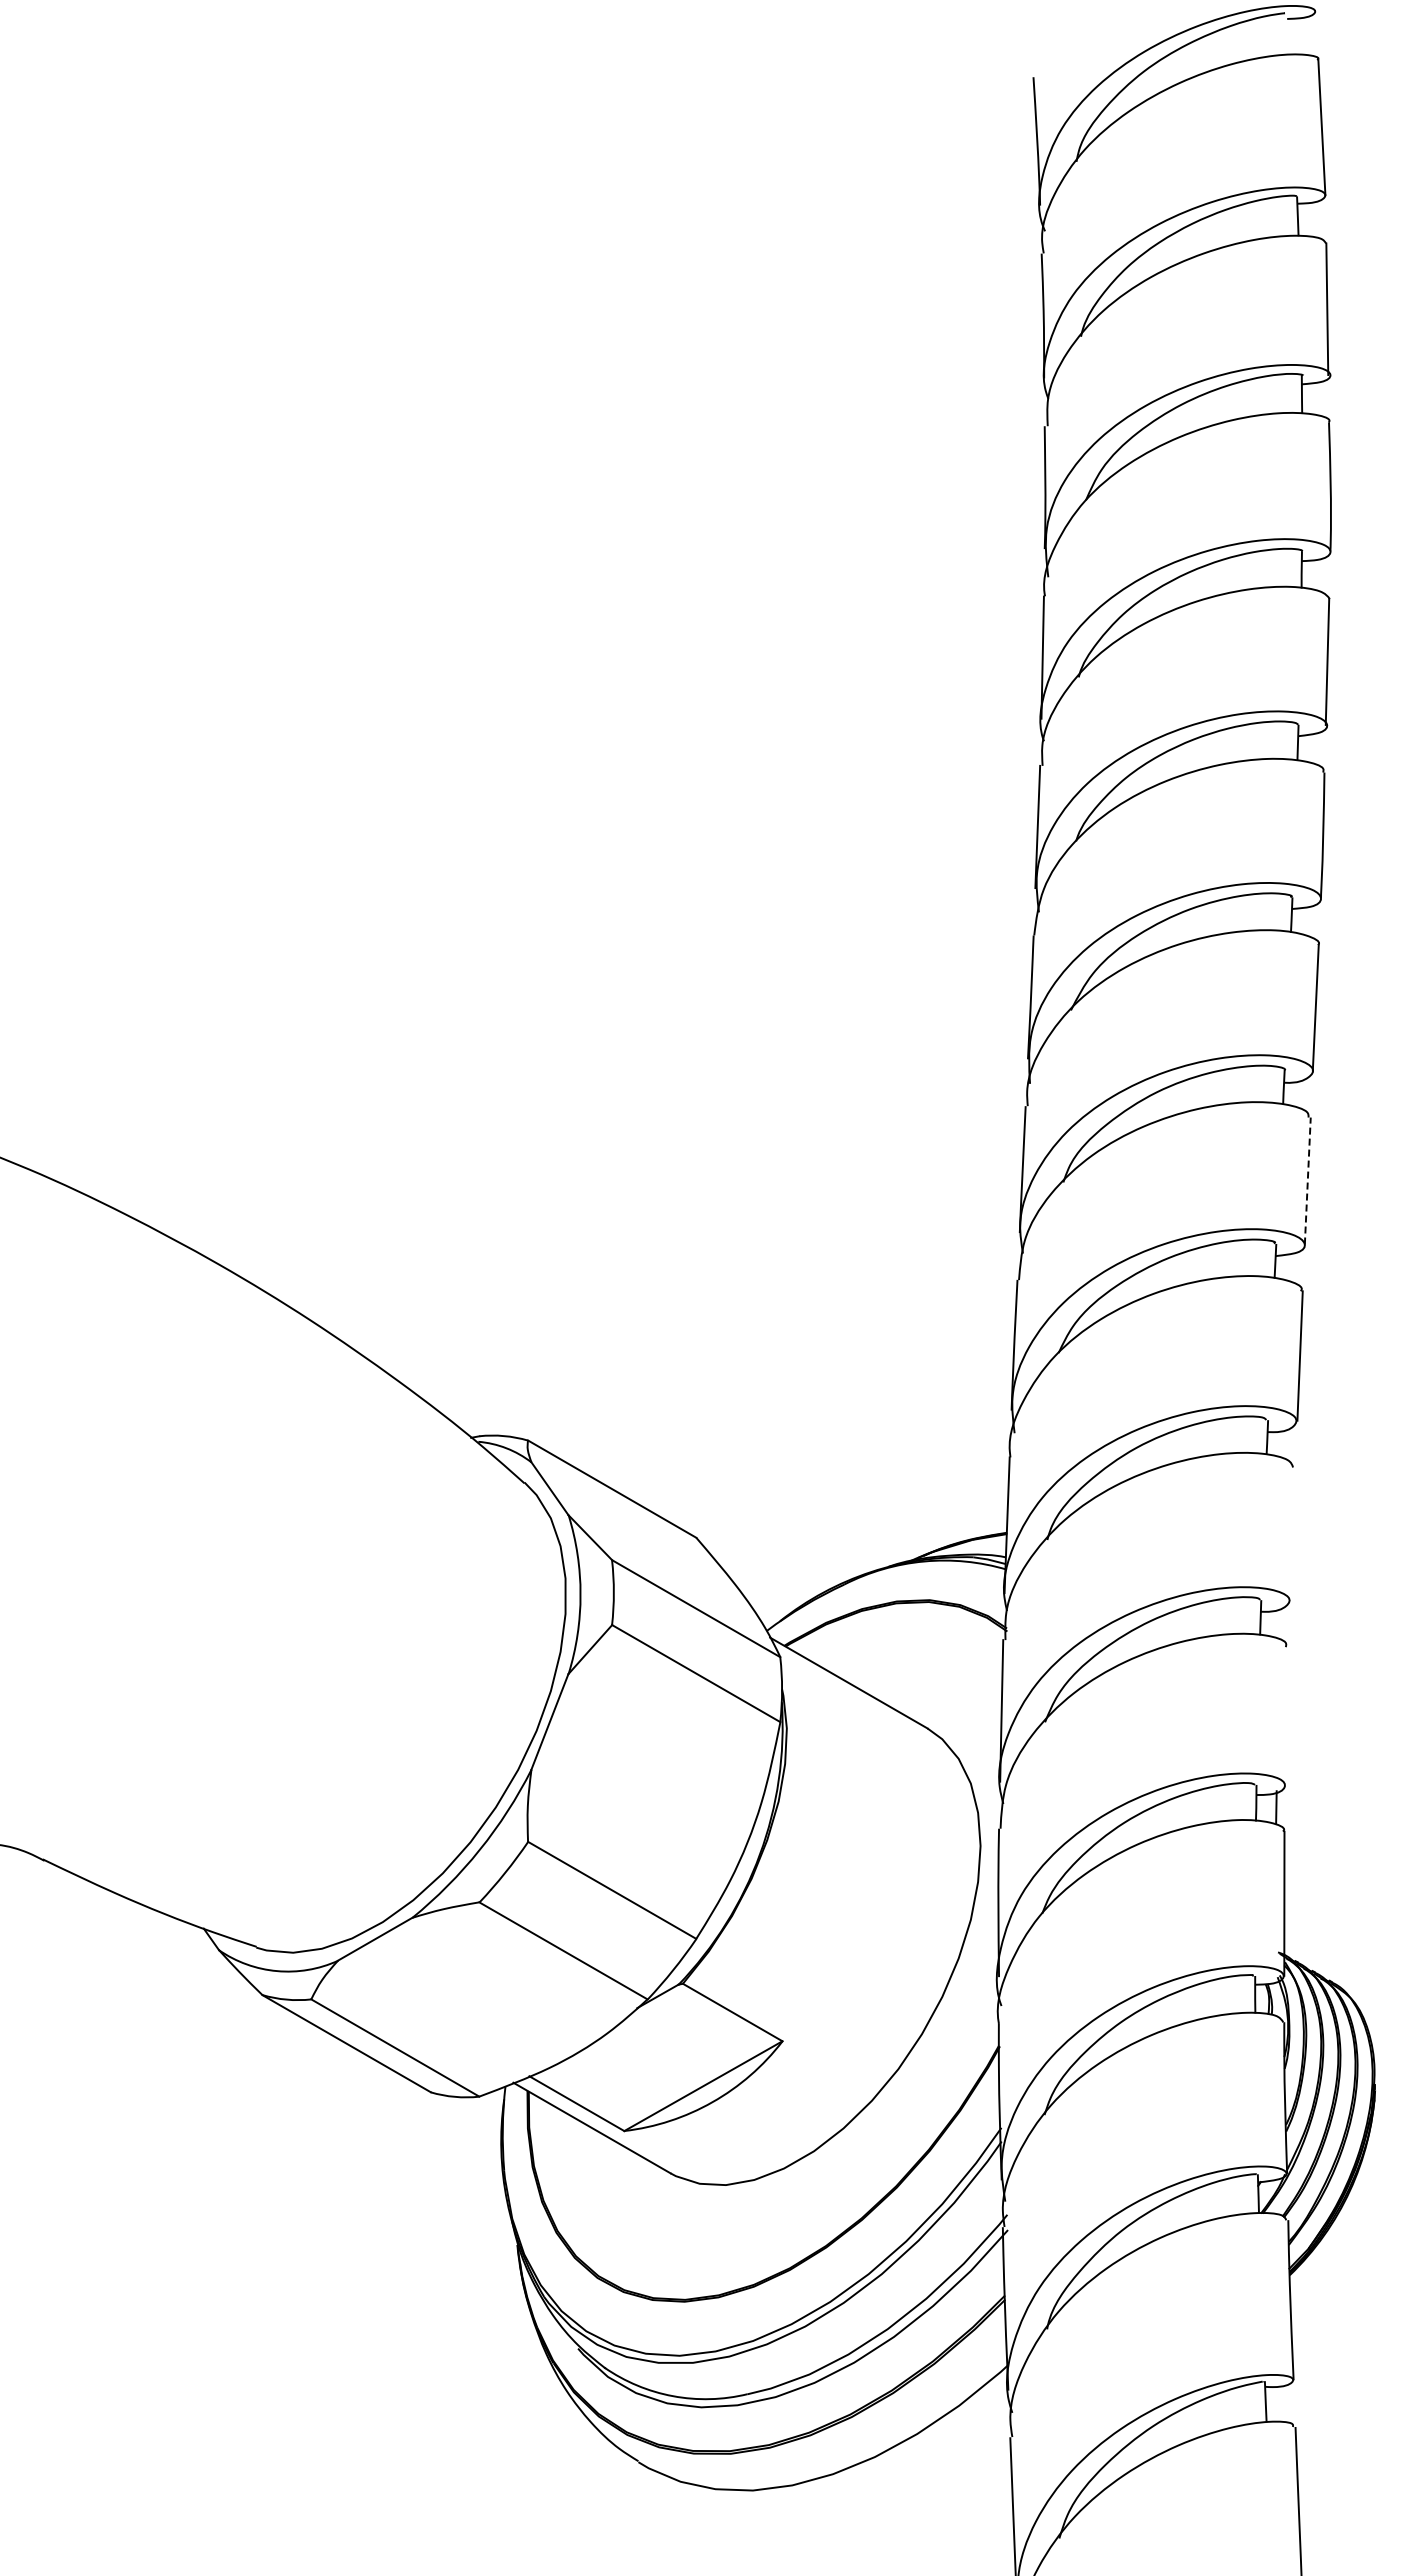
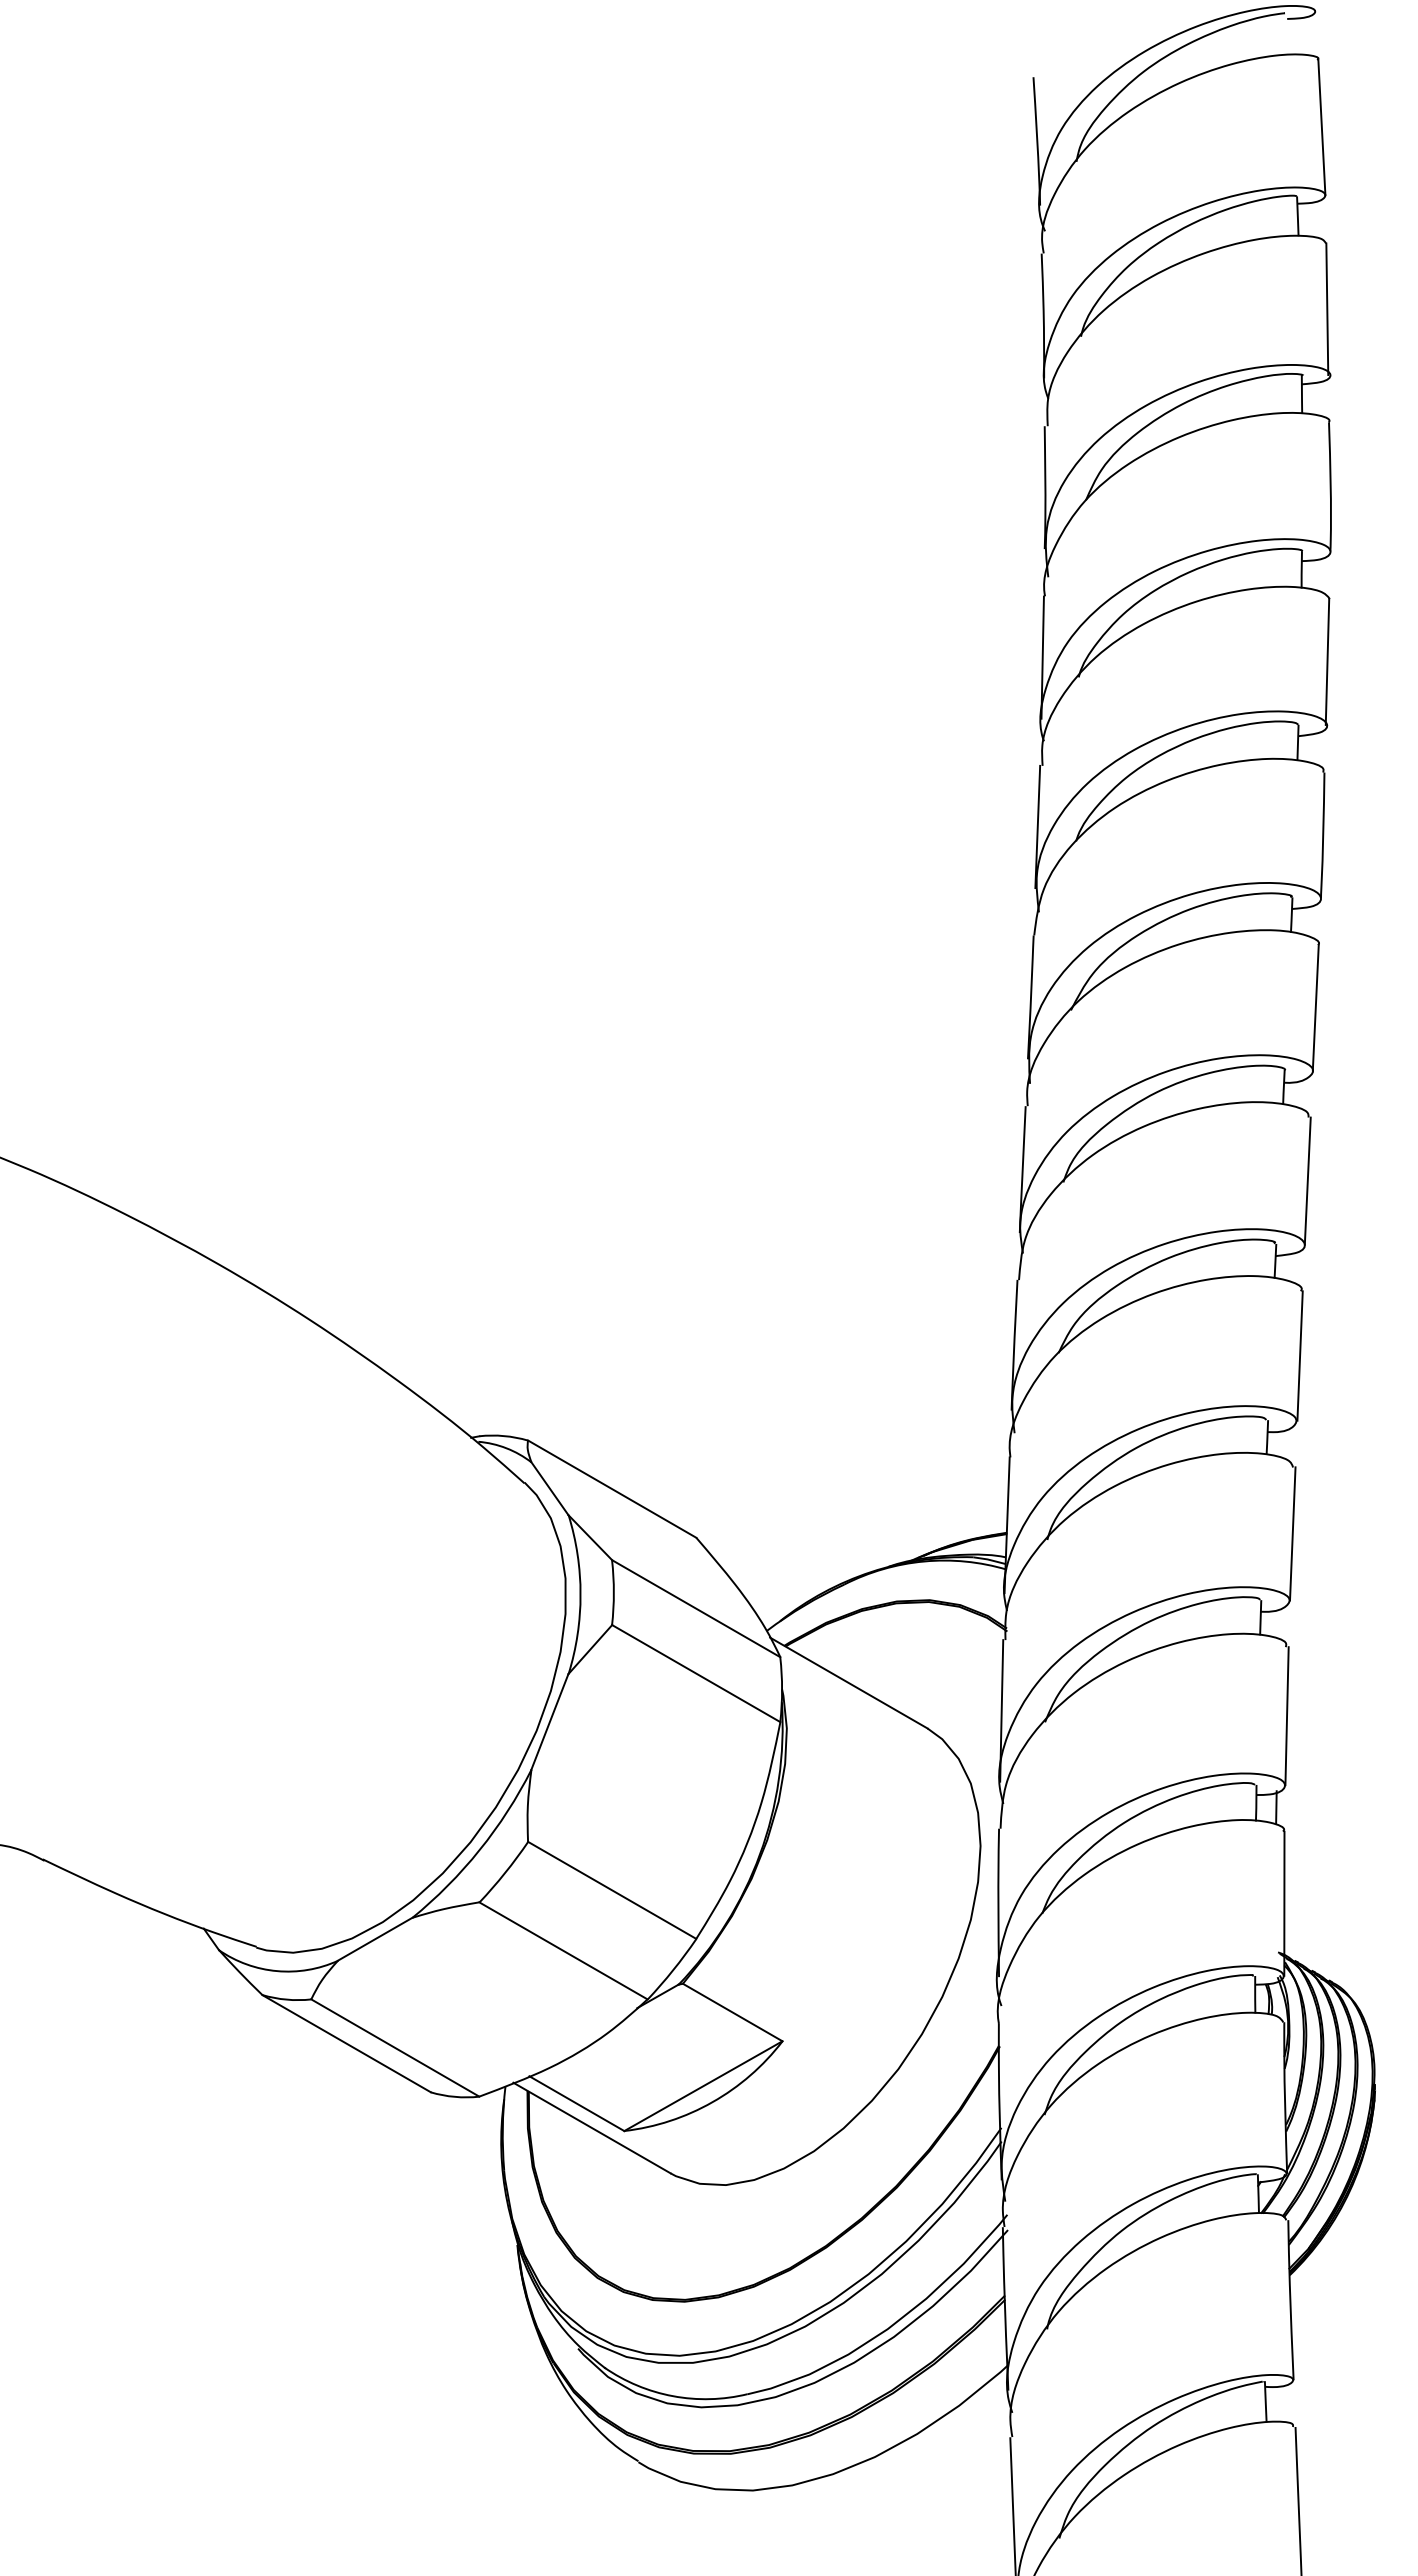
line at (1307, 1181): dashed -> solid
line at (1292, 1533): none -> present
line at (1286, 1716): none -> present
